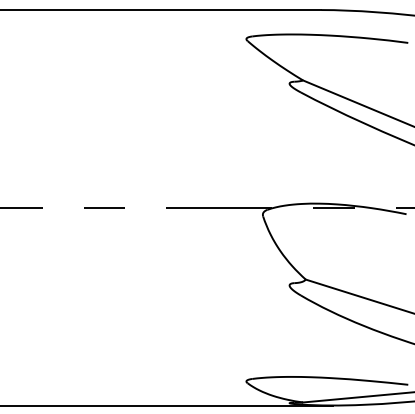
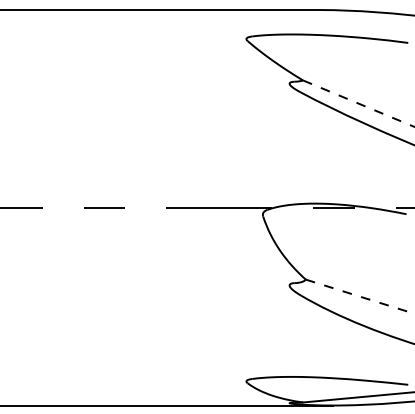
line at (359, 103): solid -> dashed
line at (360, 296): solid -> dashed
